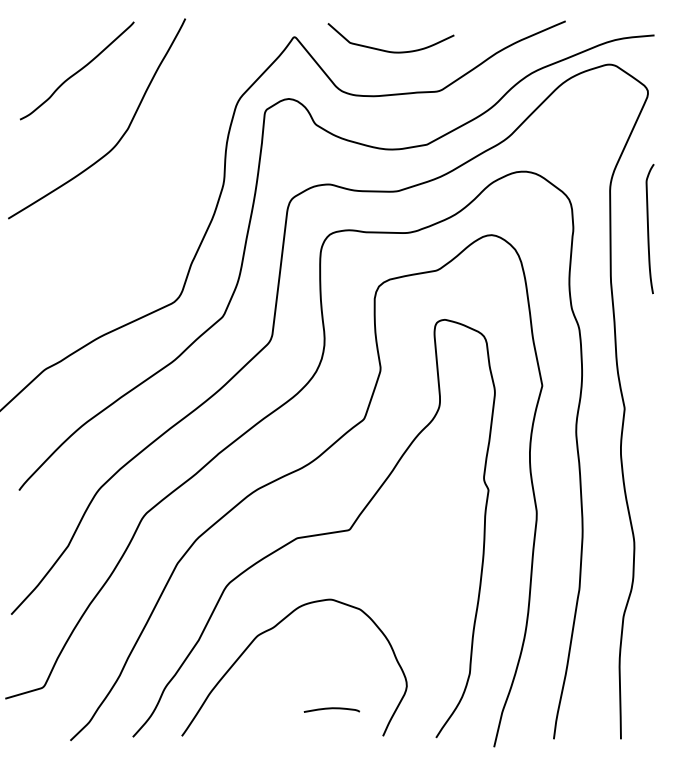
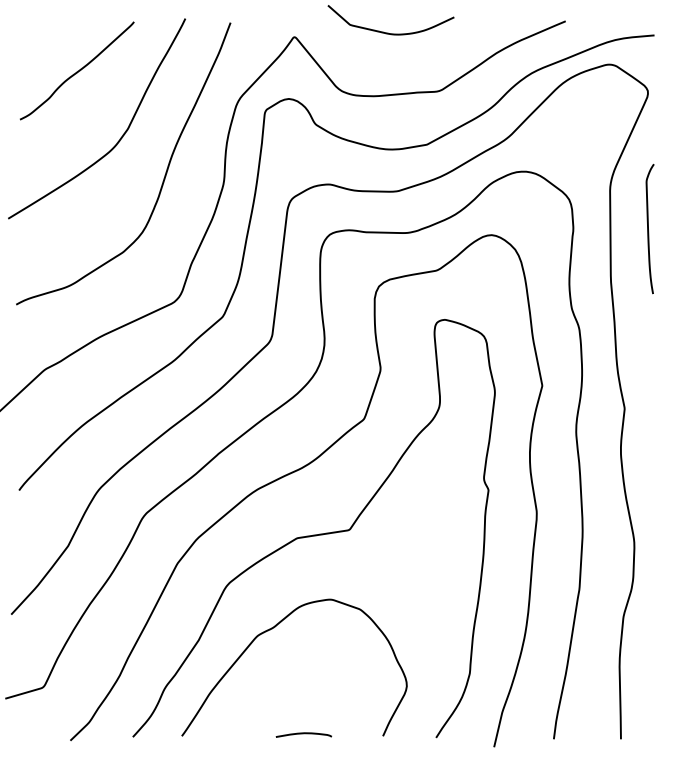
curve at (388, 50) position: (388, 50) -> (388, 32)
curve at (164, 175): none -> present
curve at (331, 709) position: (331, 709) -> (303, 734)
